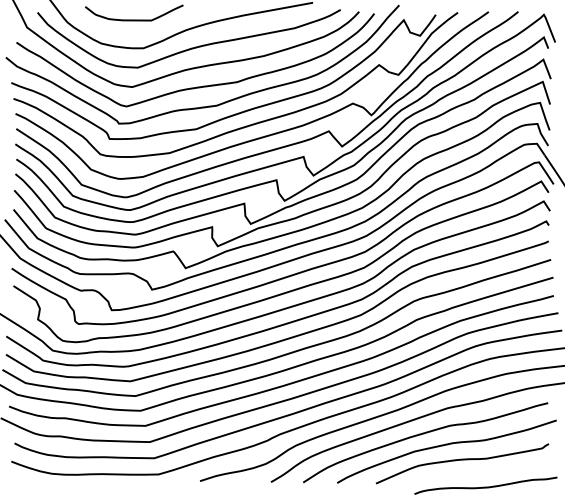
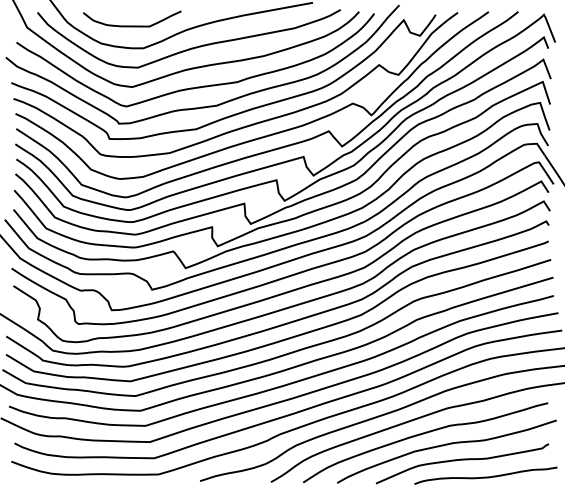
curve at (134, 19) position: (134, 19) -> (132, 25)
curve at (485, 486) position: (485, 486) -> (485, 476)
